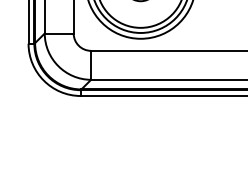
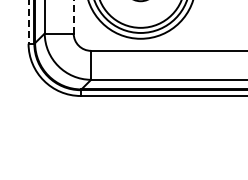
line at (73, 16): solid -> dashed
line at (28, 22): solid -> dashed
